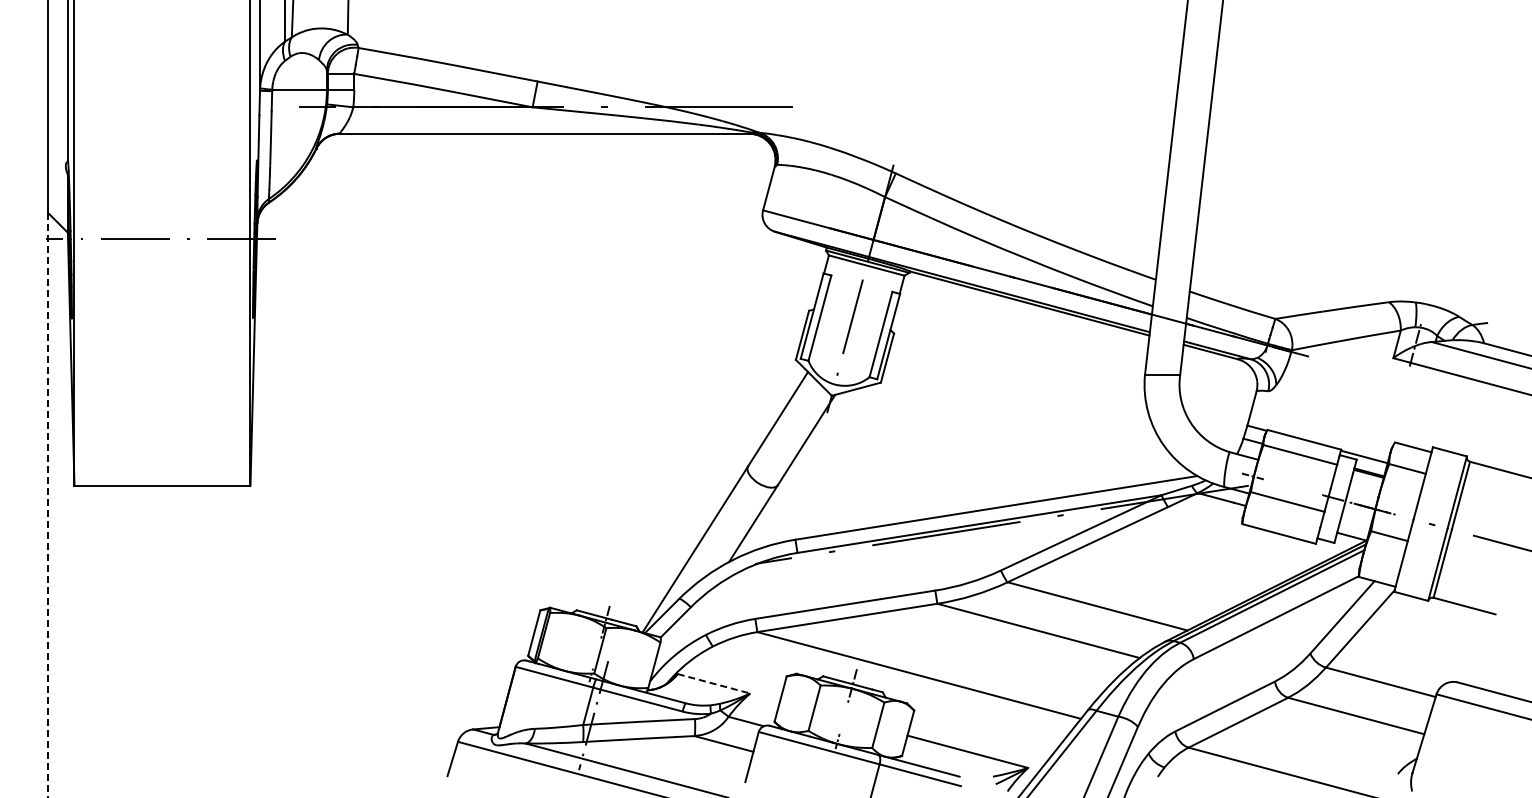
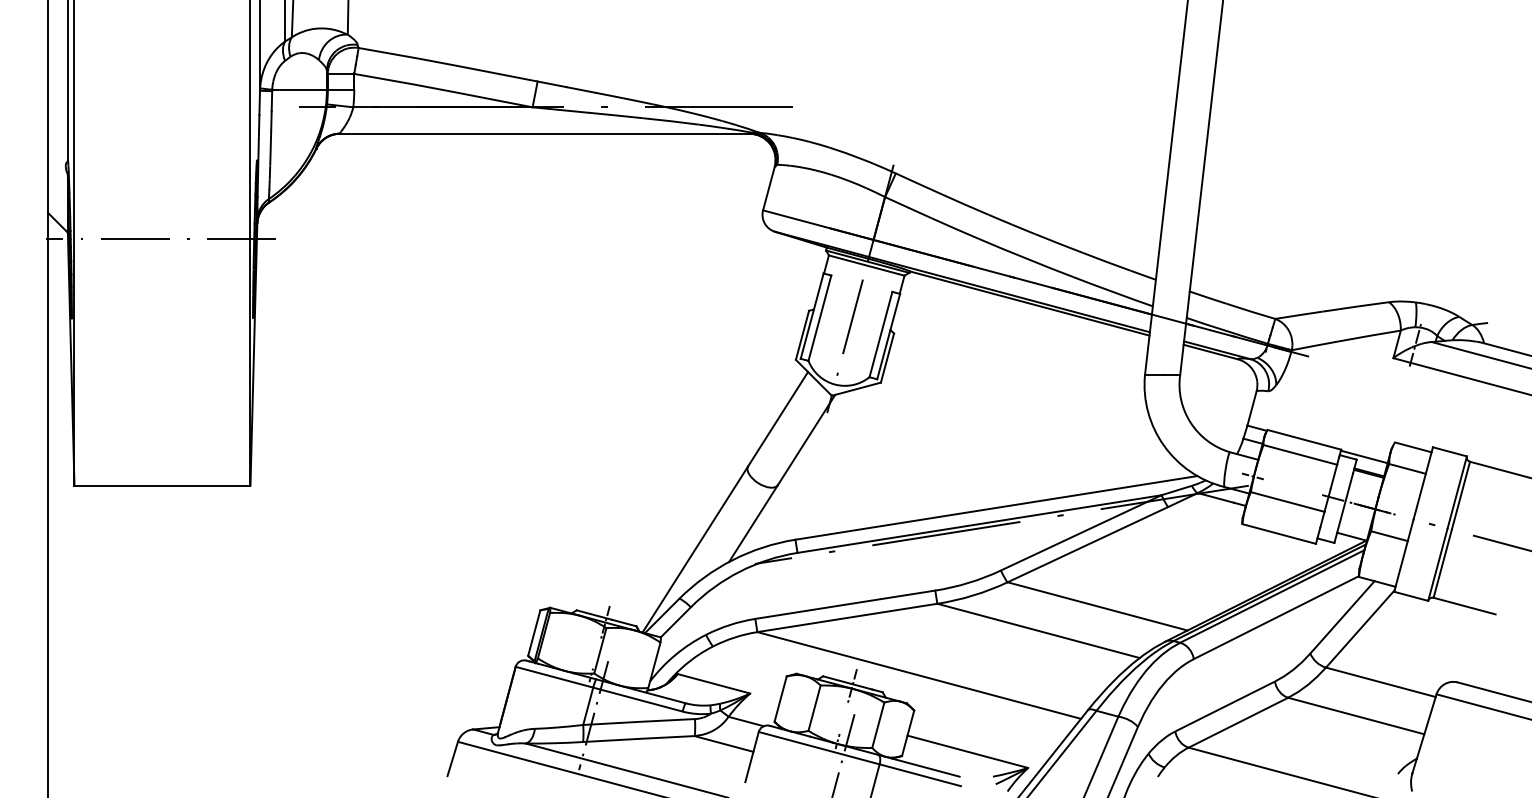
line at (48, 505): dashed -> solid
line at (713, 683): dashed -> solid
line at (843, 754): none -> present
